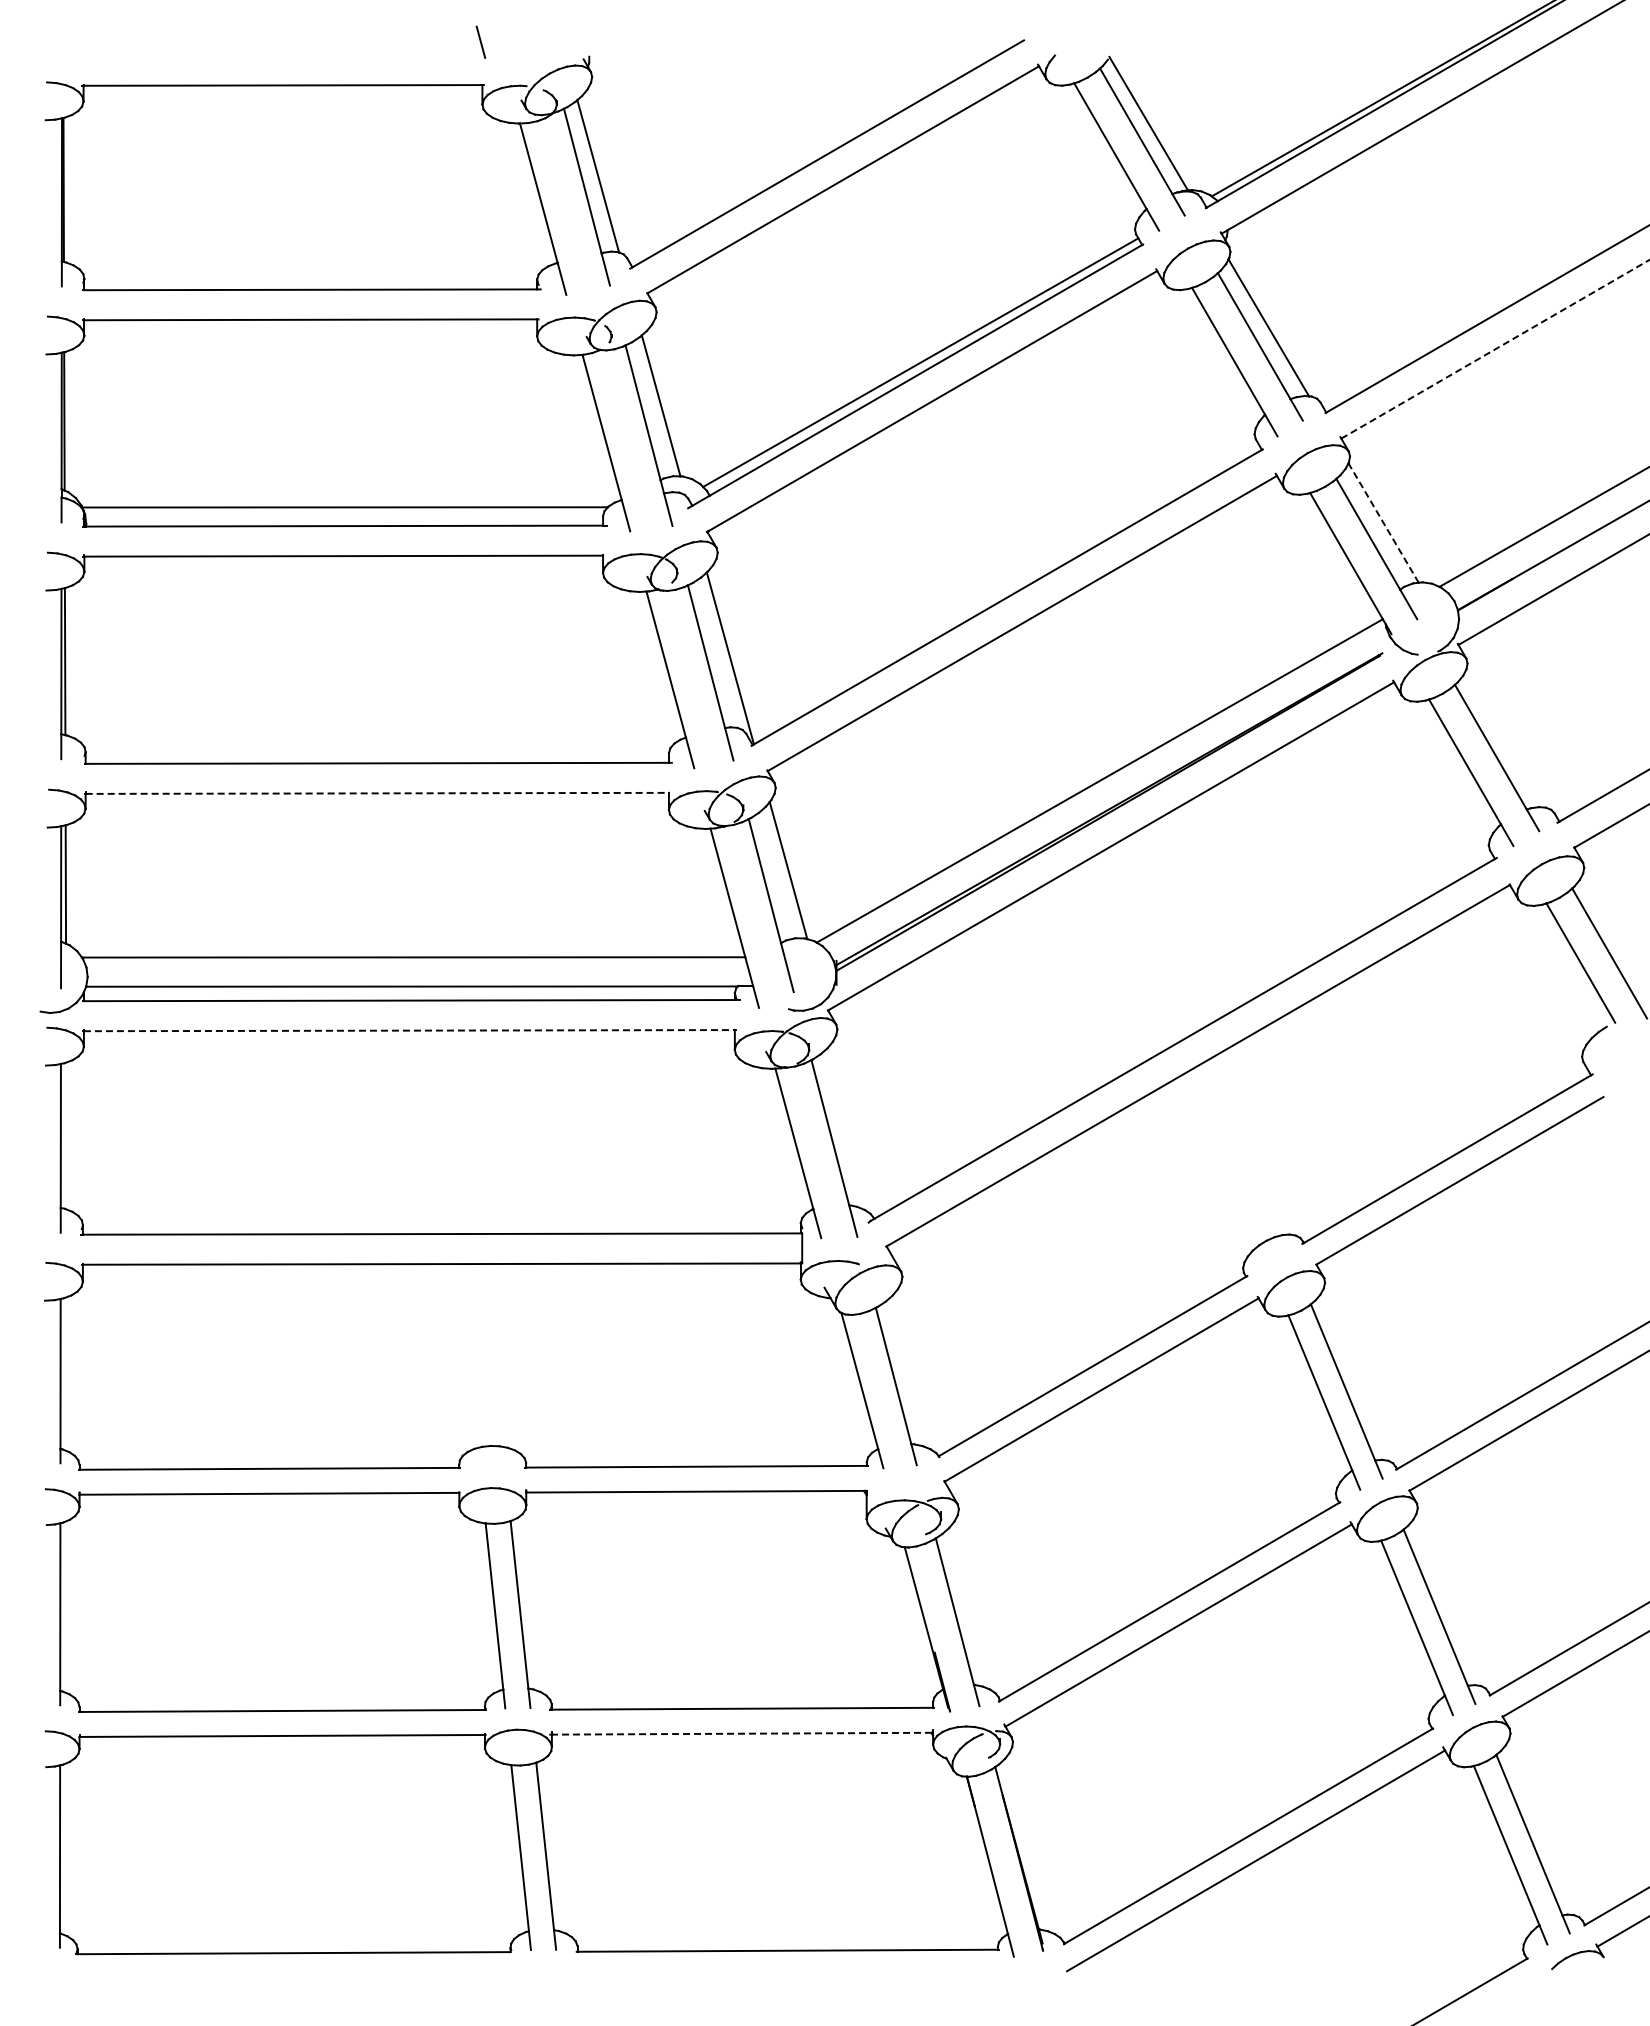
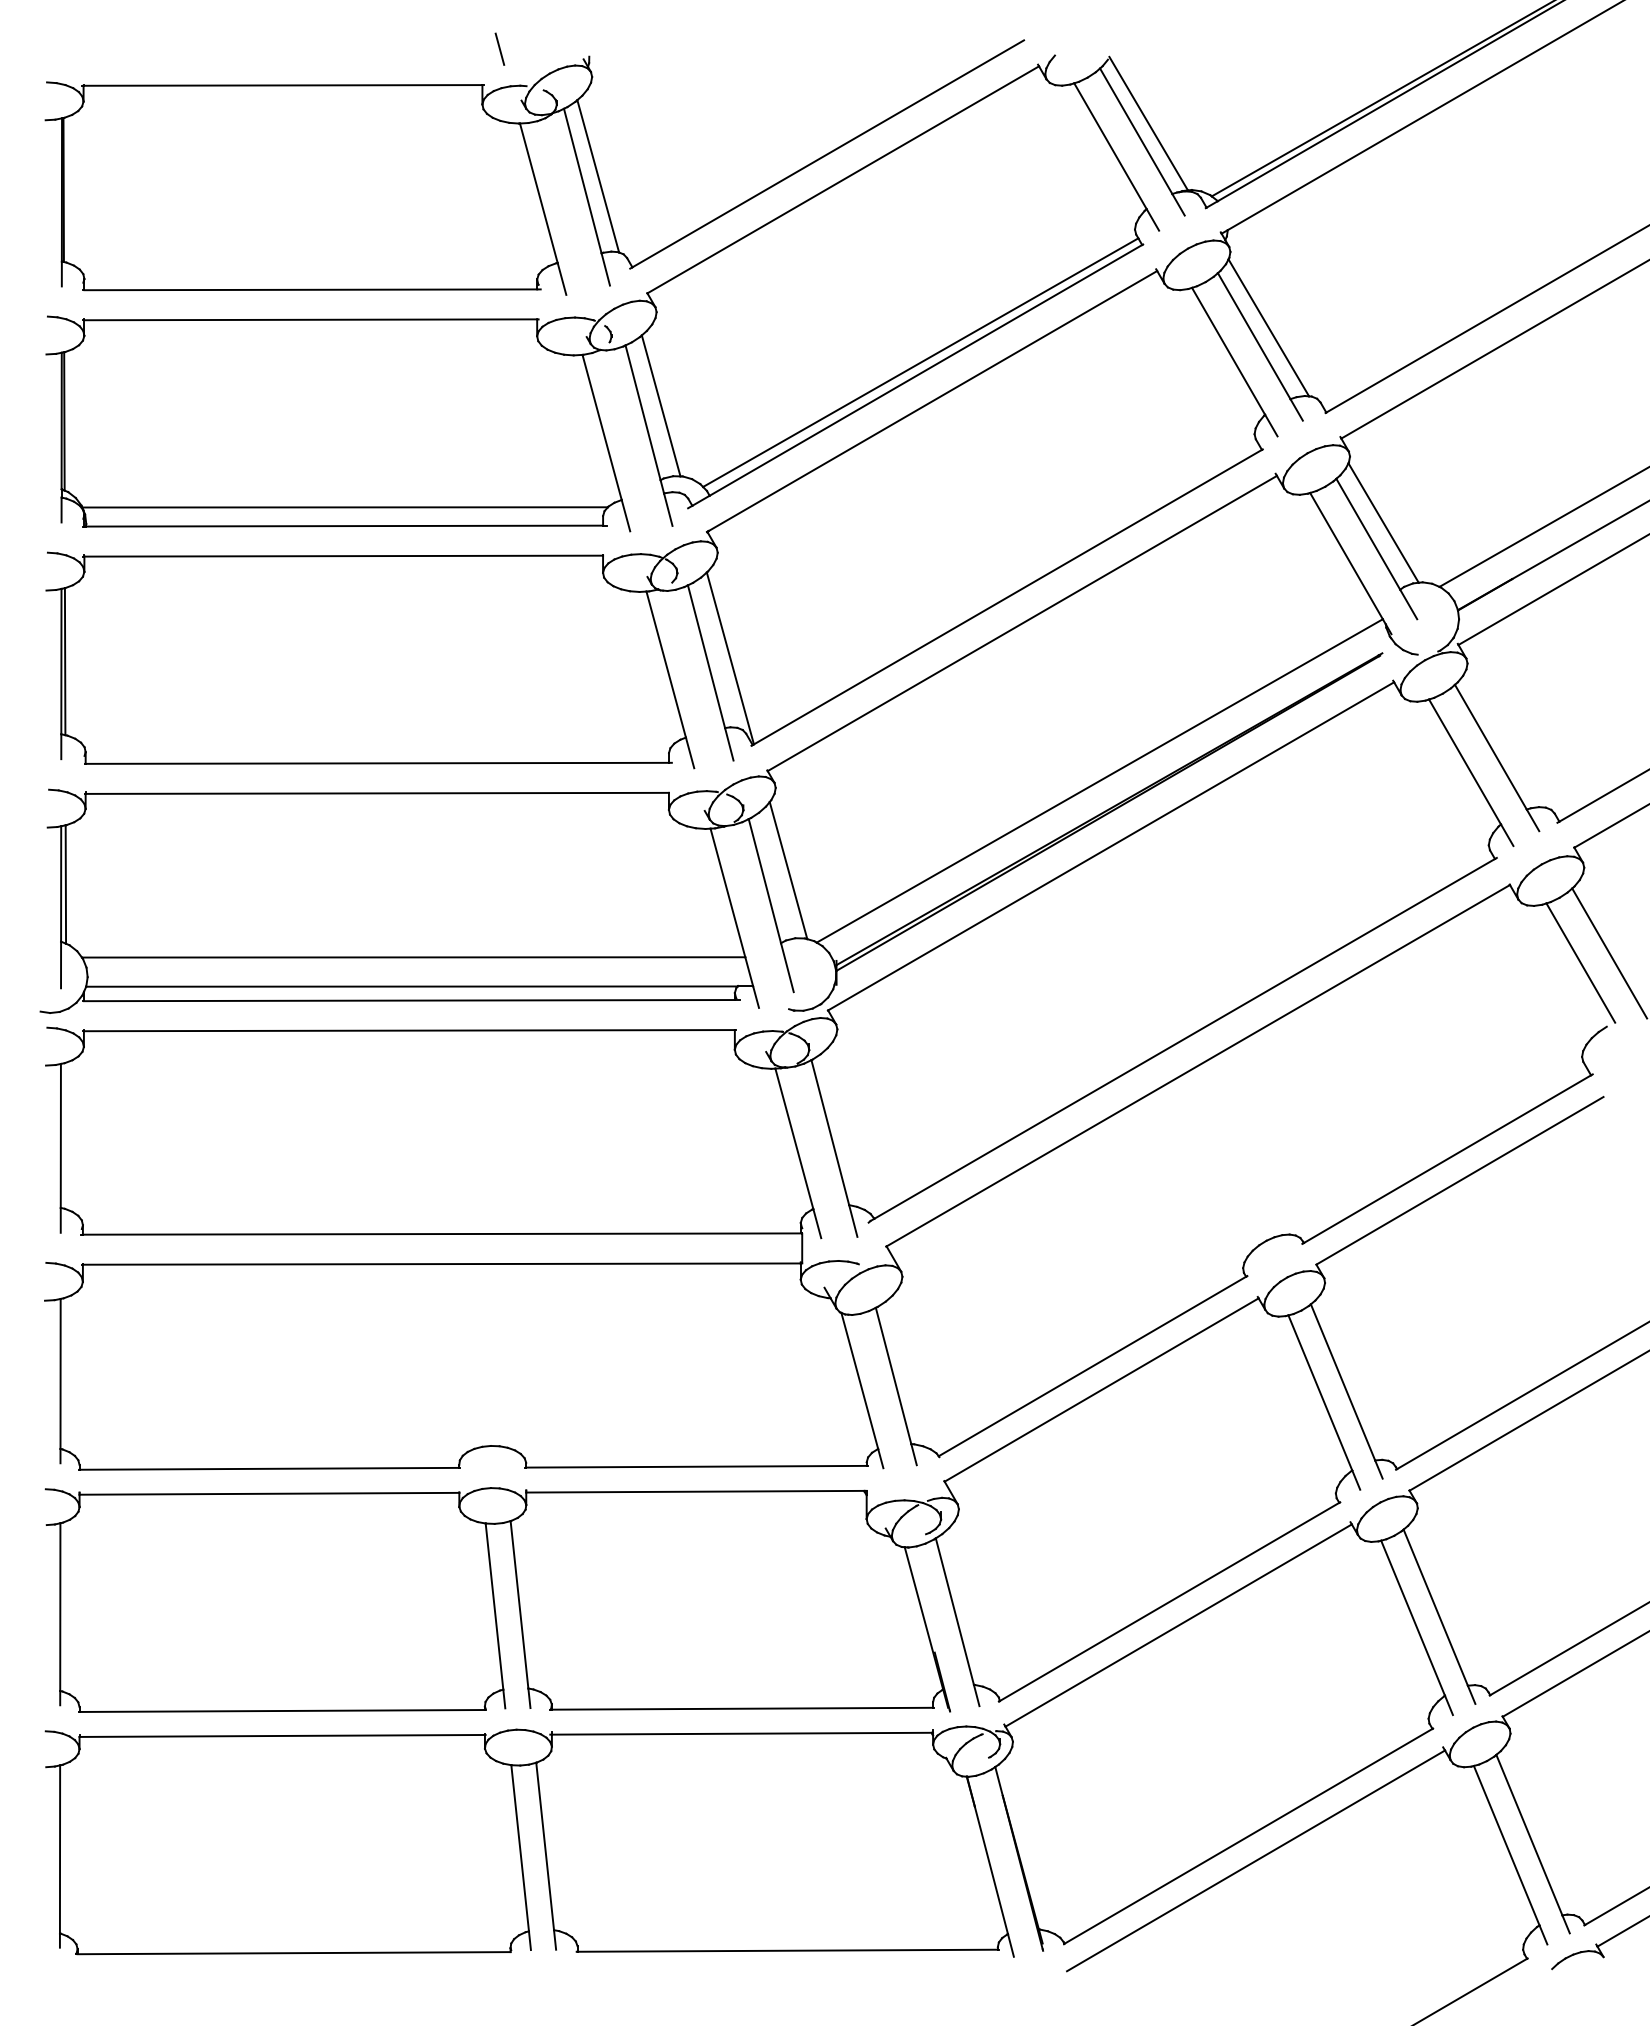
line at (480, 41) position: (480, 41) -> (499, 48)
line at (1496, 348): dashed -> solid
line at (1383, 522): dashed -> solid
line at (377, 793): dashed -> solid
line at (409, 1030): dashed -> solid
line at (741, 1733): dashed -> solid
